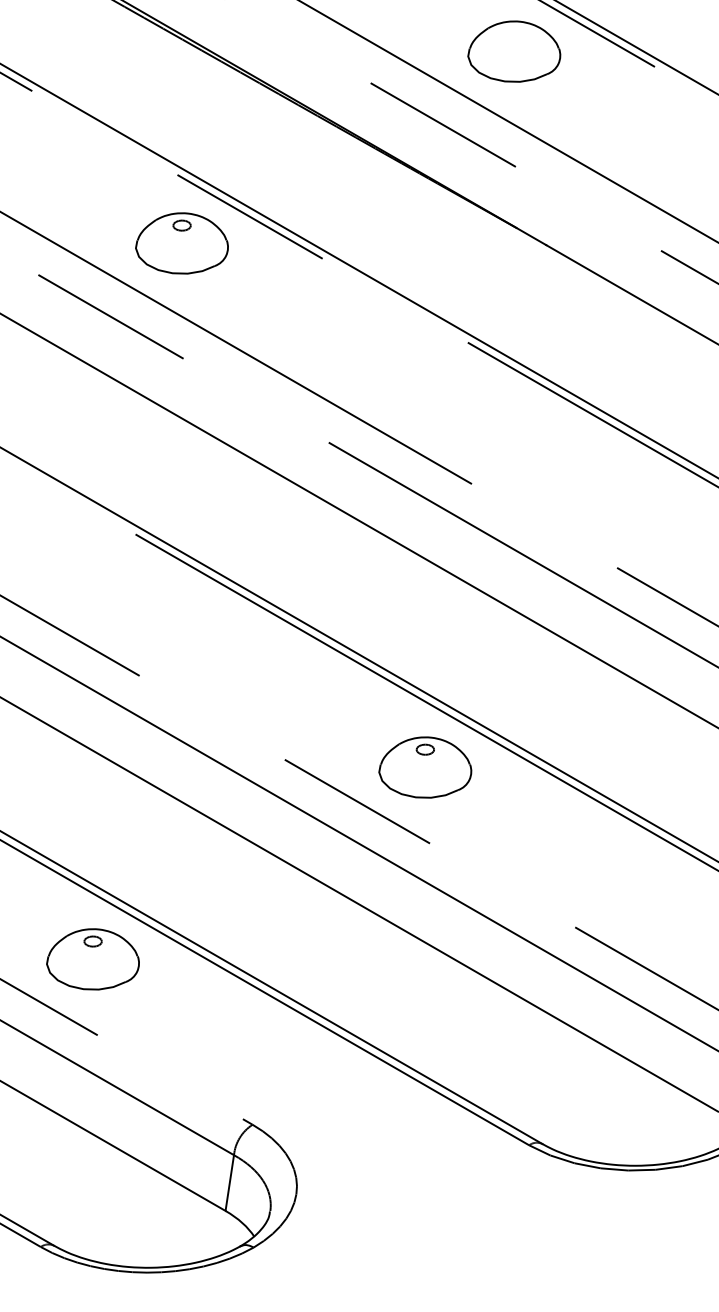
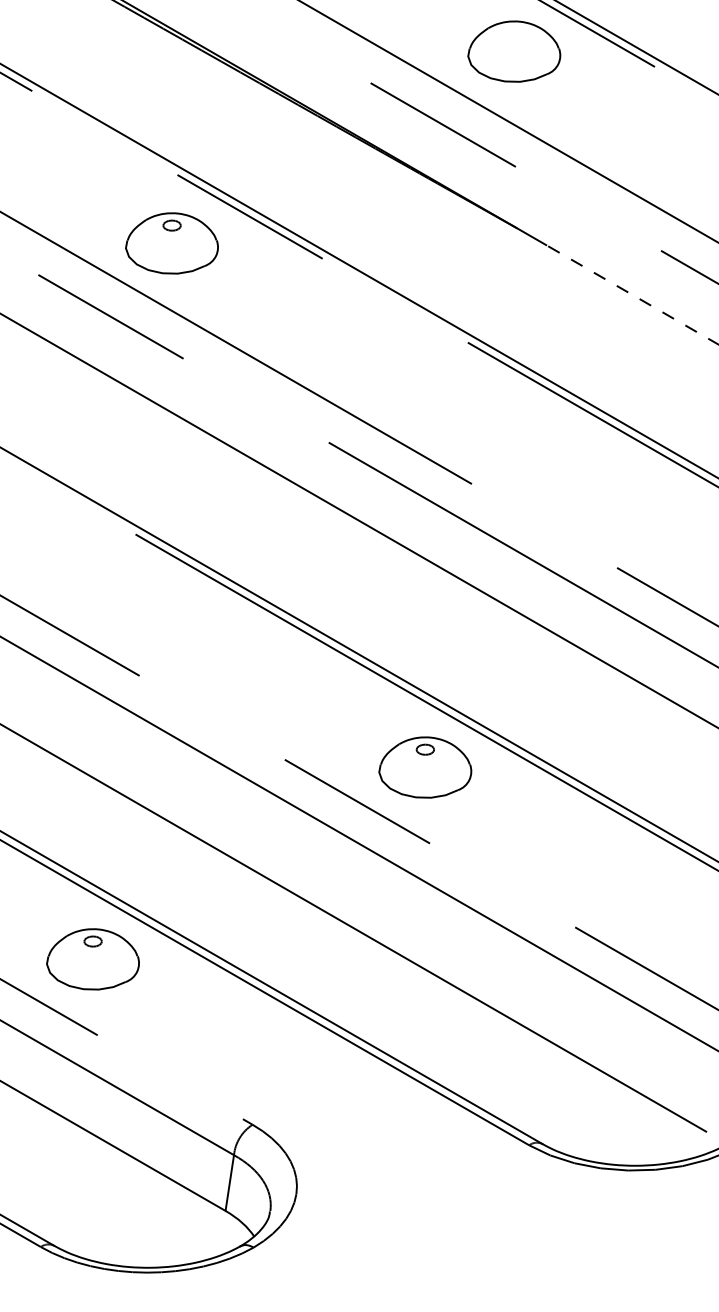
part at (181, 243) position: (181, 243) -> (171, 243)
line at (631, 294): solid -> dashed
line at (358, 904) position: (358, 904) -> (354, 928)
